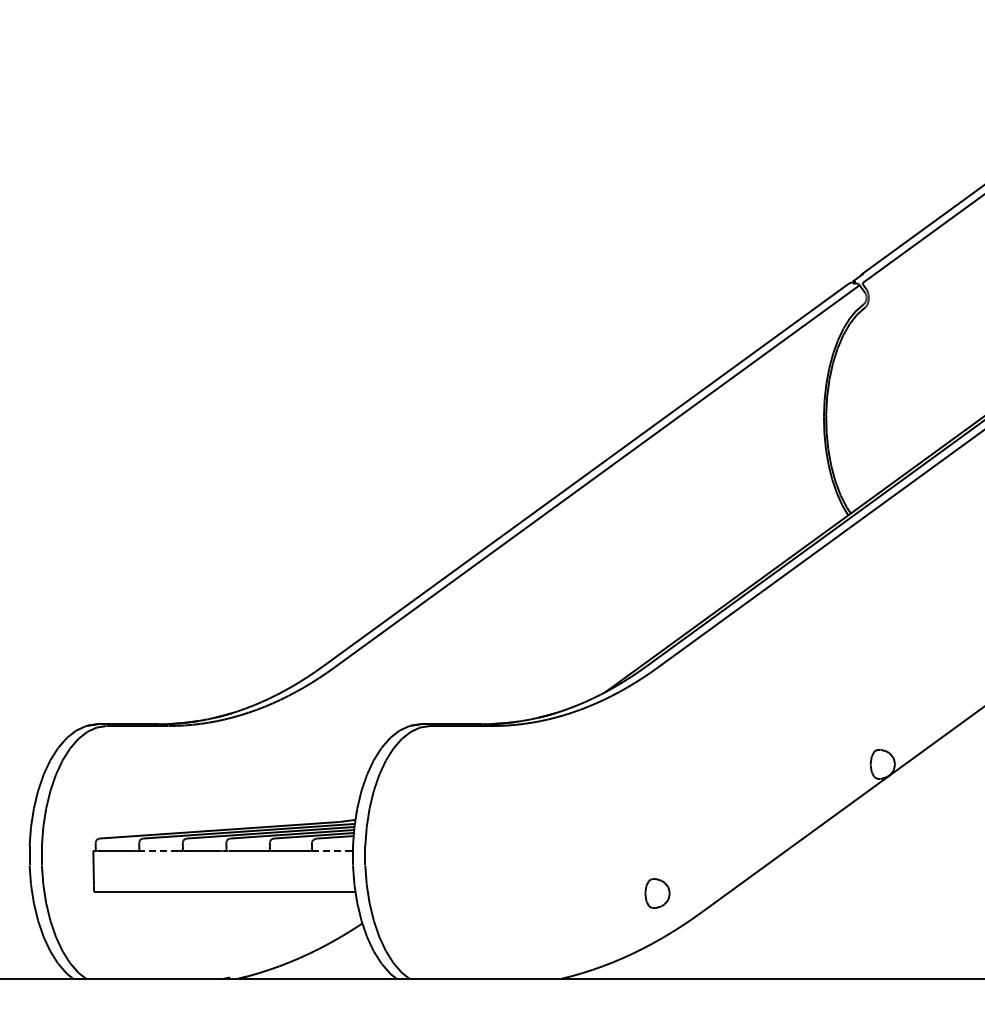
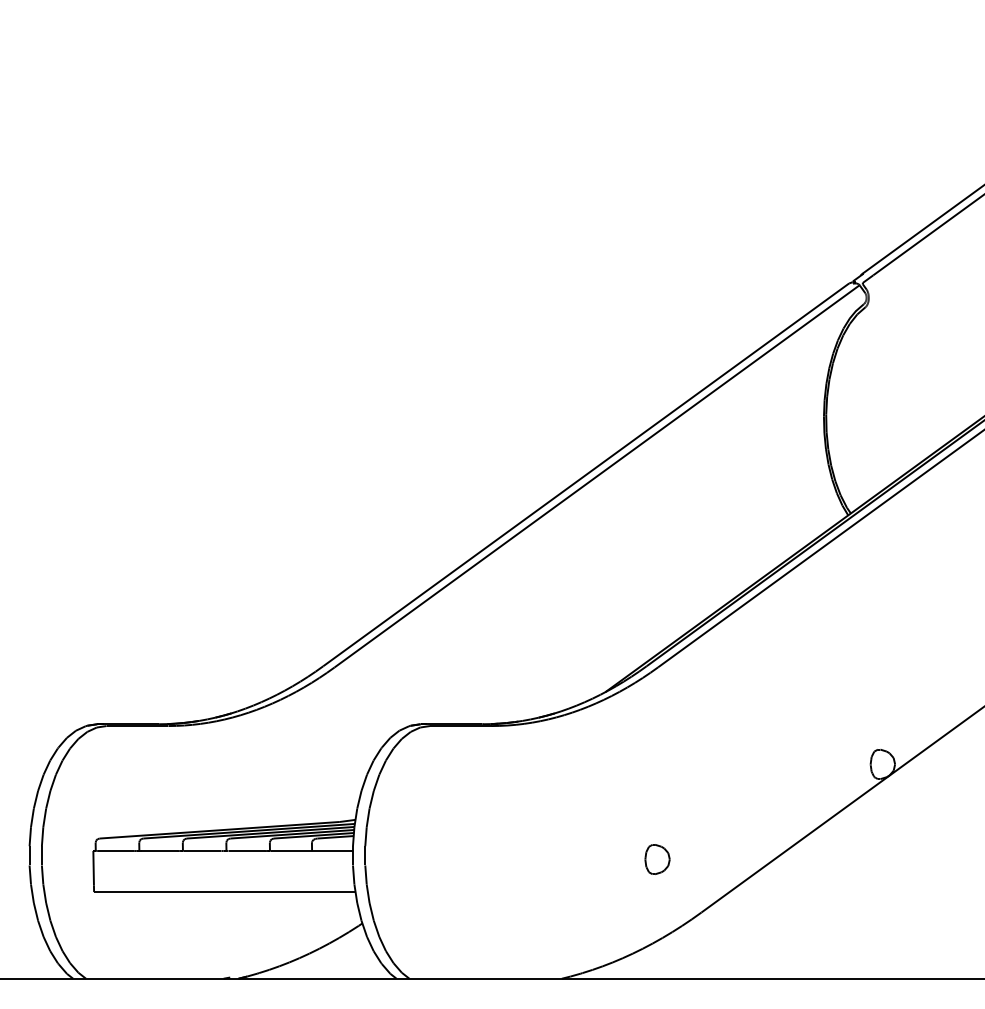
line at (159, 851): dashed -> solid
line at (332, 851): dashed -> solid
part at (657, 893) position: (657, 893) -> (657, 859)
